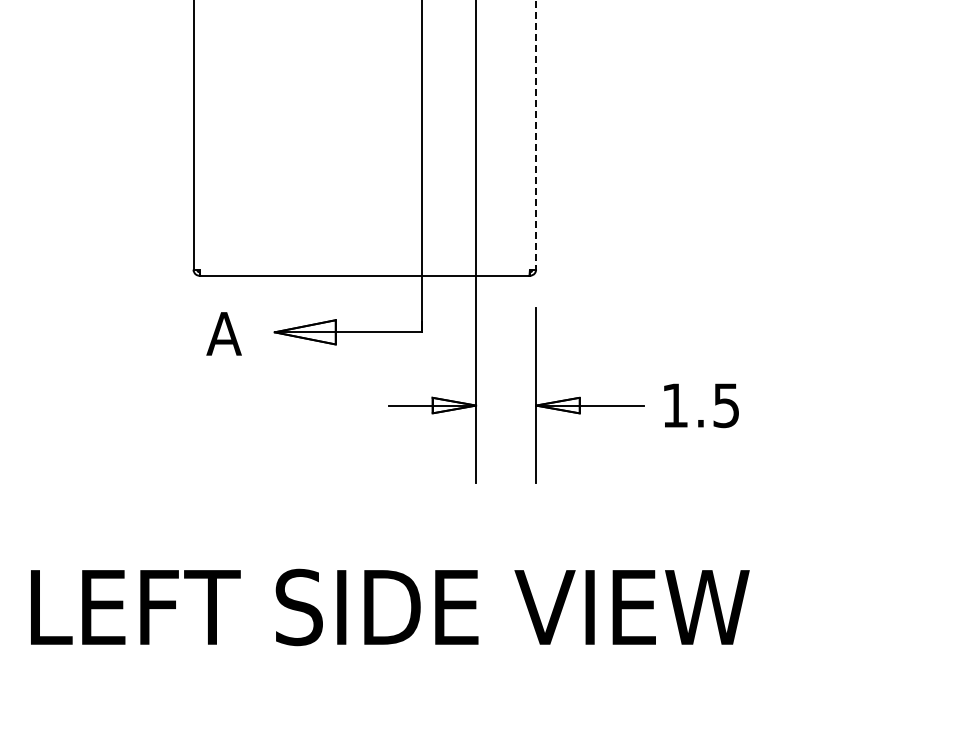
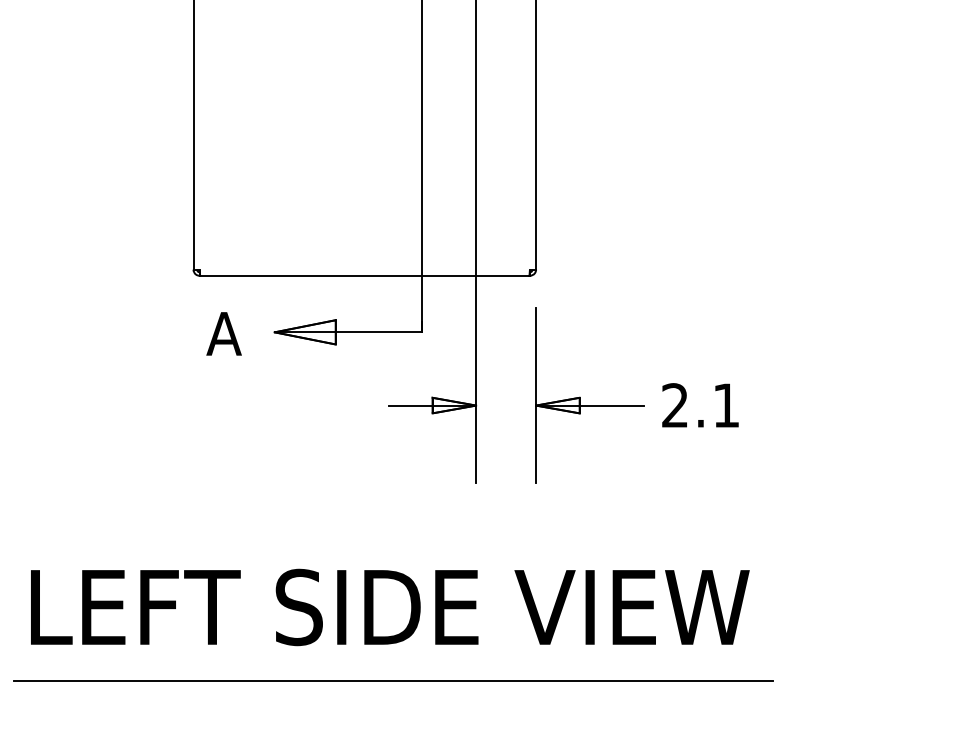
line at (536, 135): dashed -> solid
text at (700, 405): 1.5 -> 2.1
line at (393, 681): none -> present
